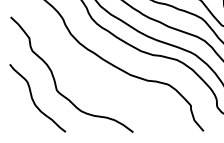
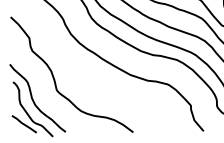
part at (32, 109): none -> present
